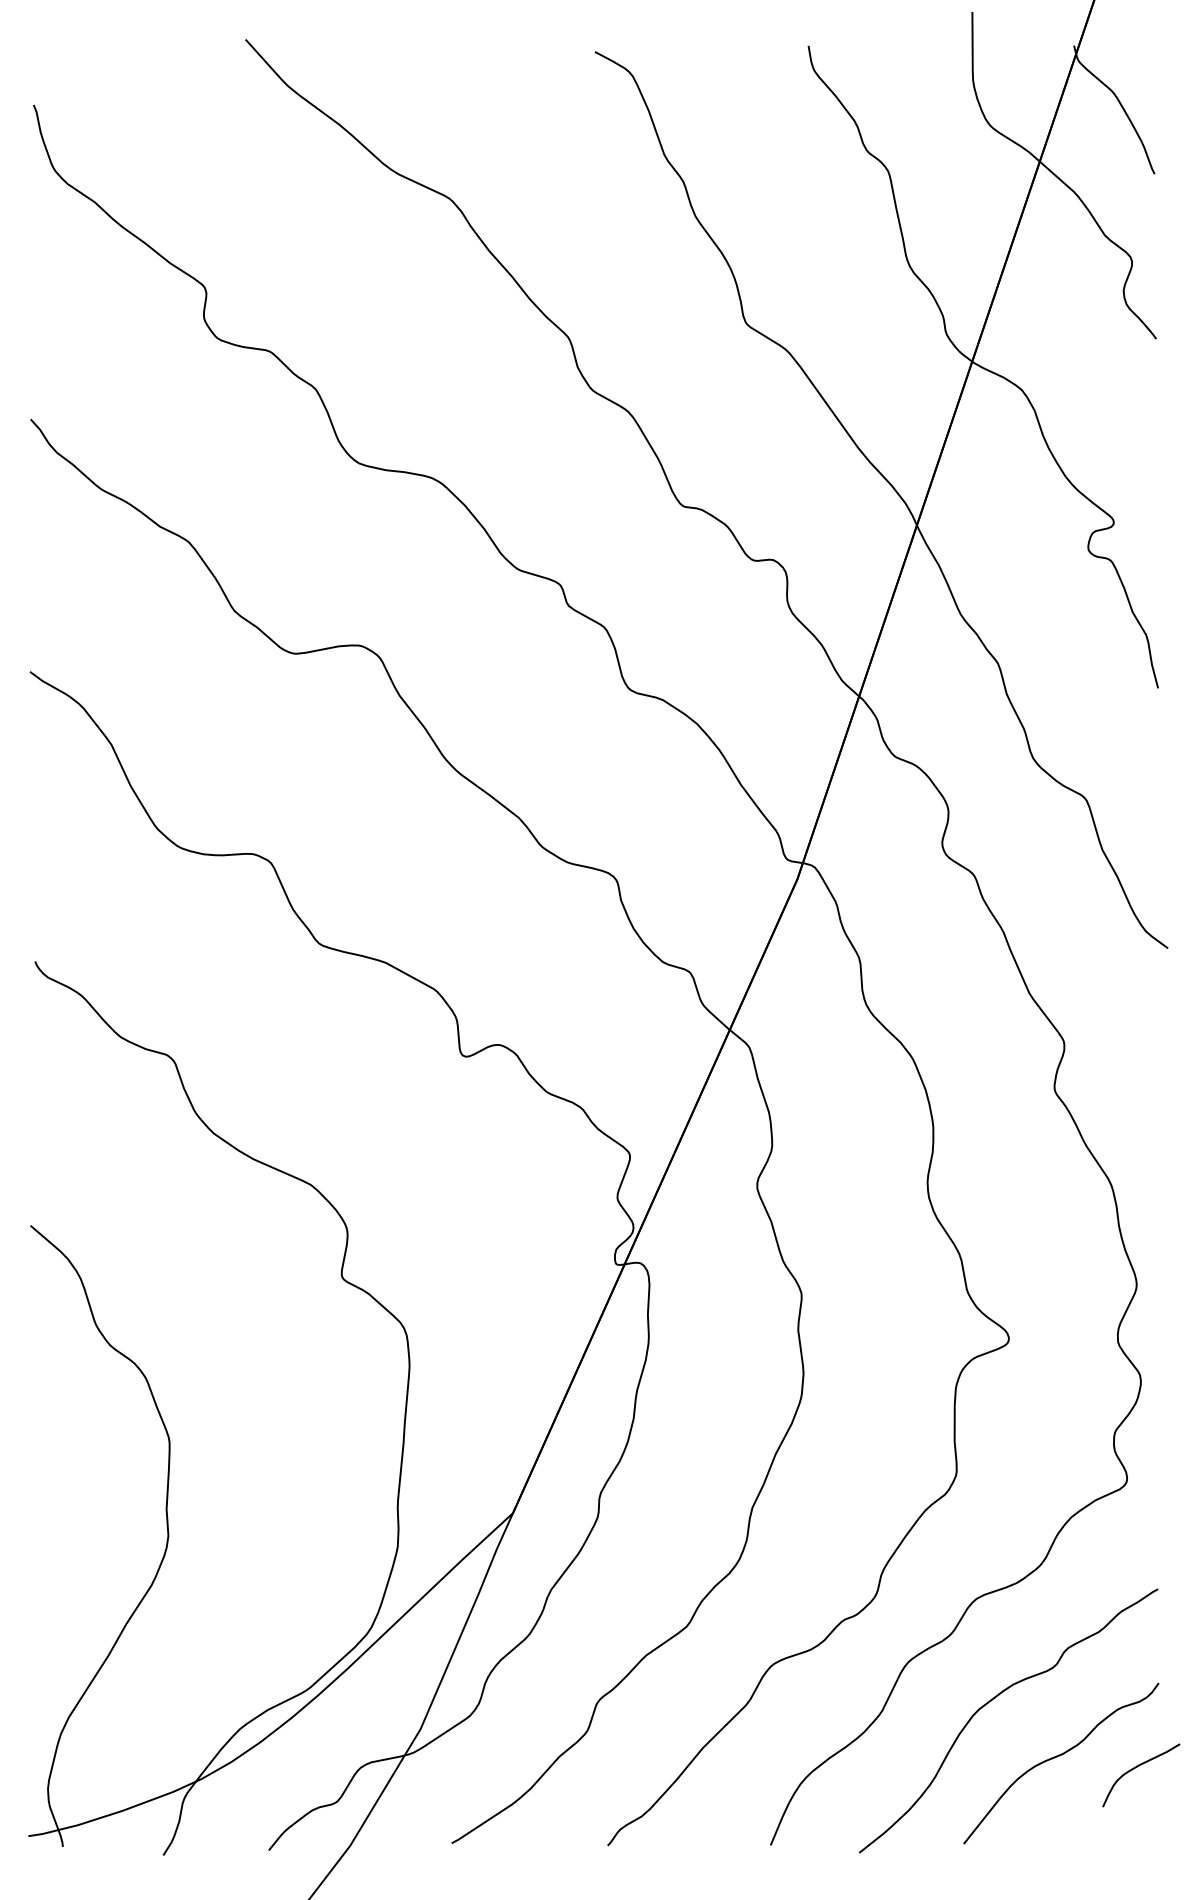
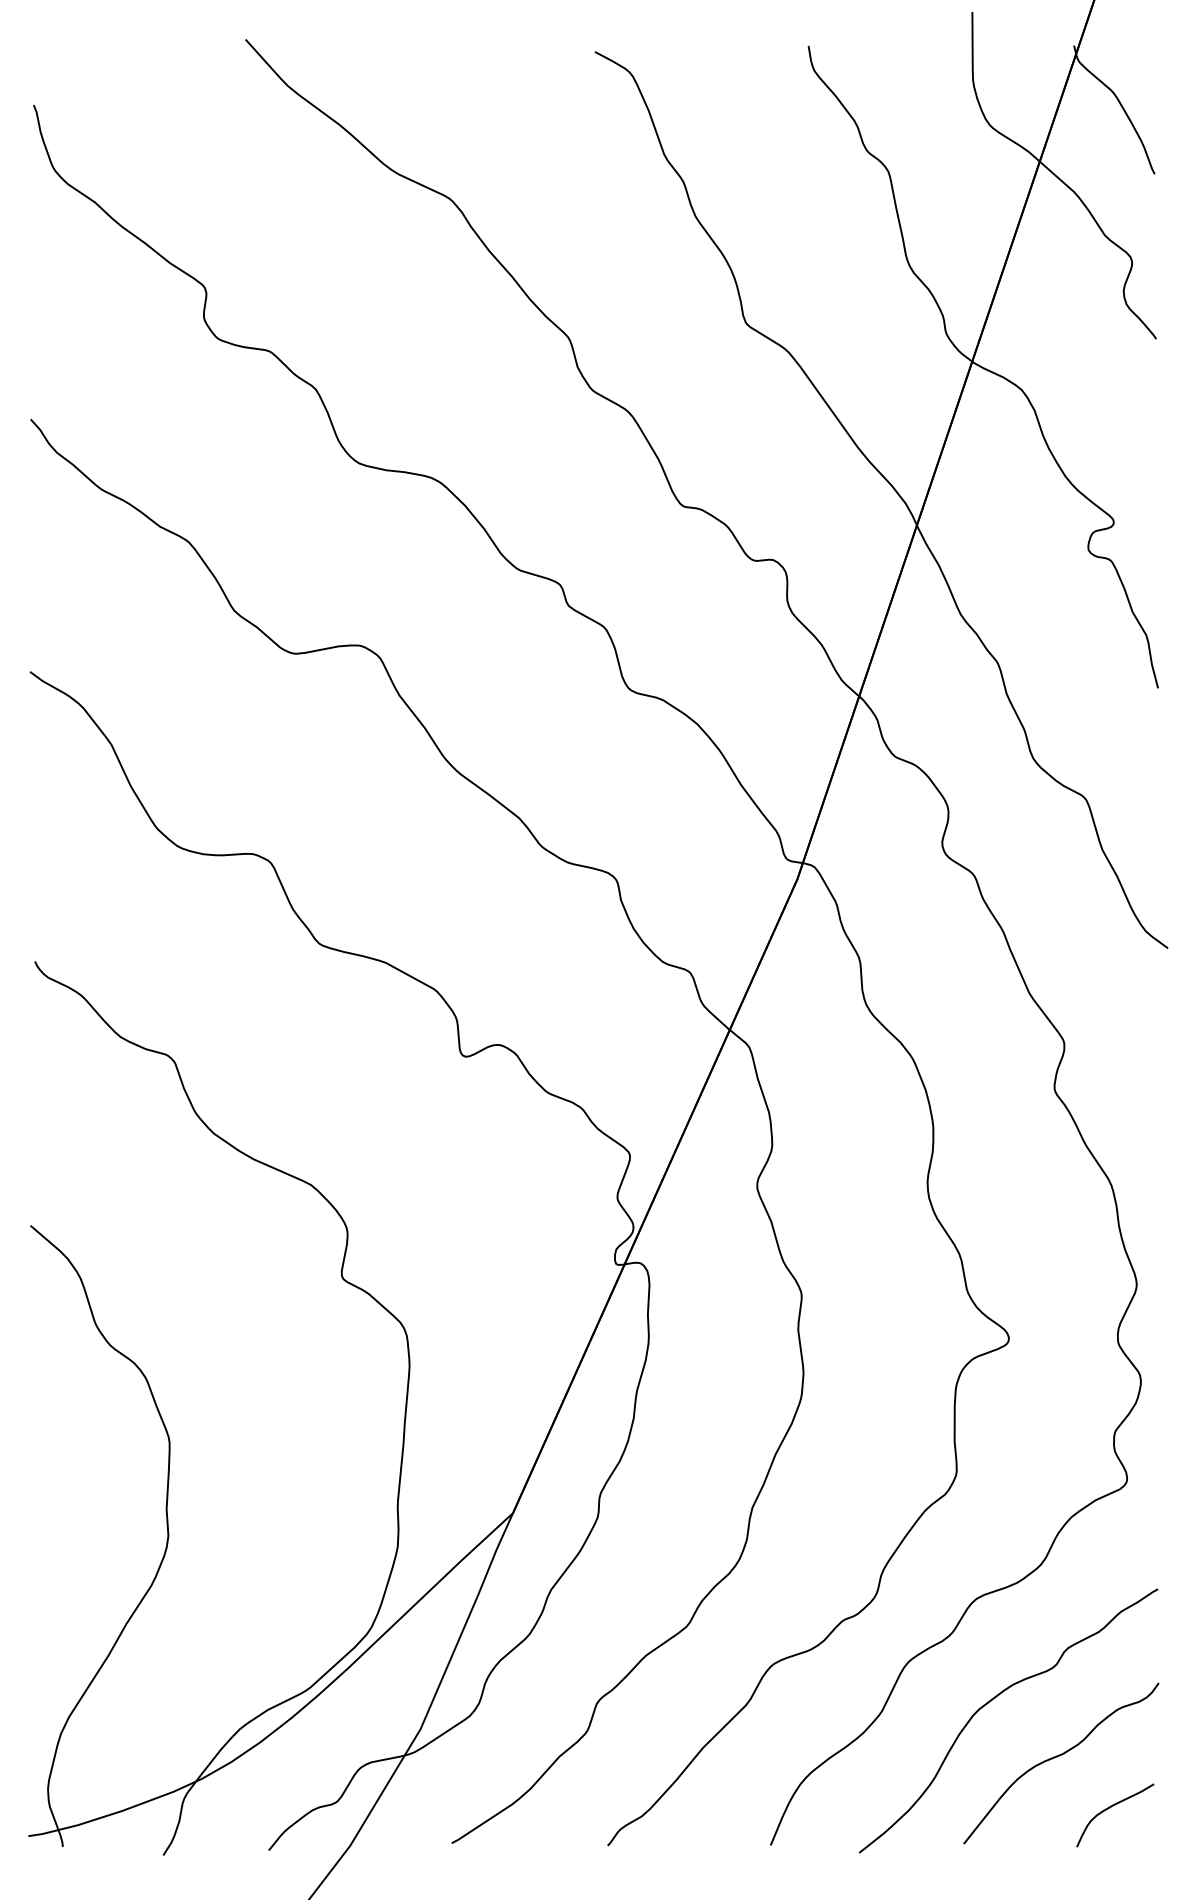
curve at (1137, 1767) position: (1137, 1767) -> (1111, 1807)
